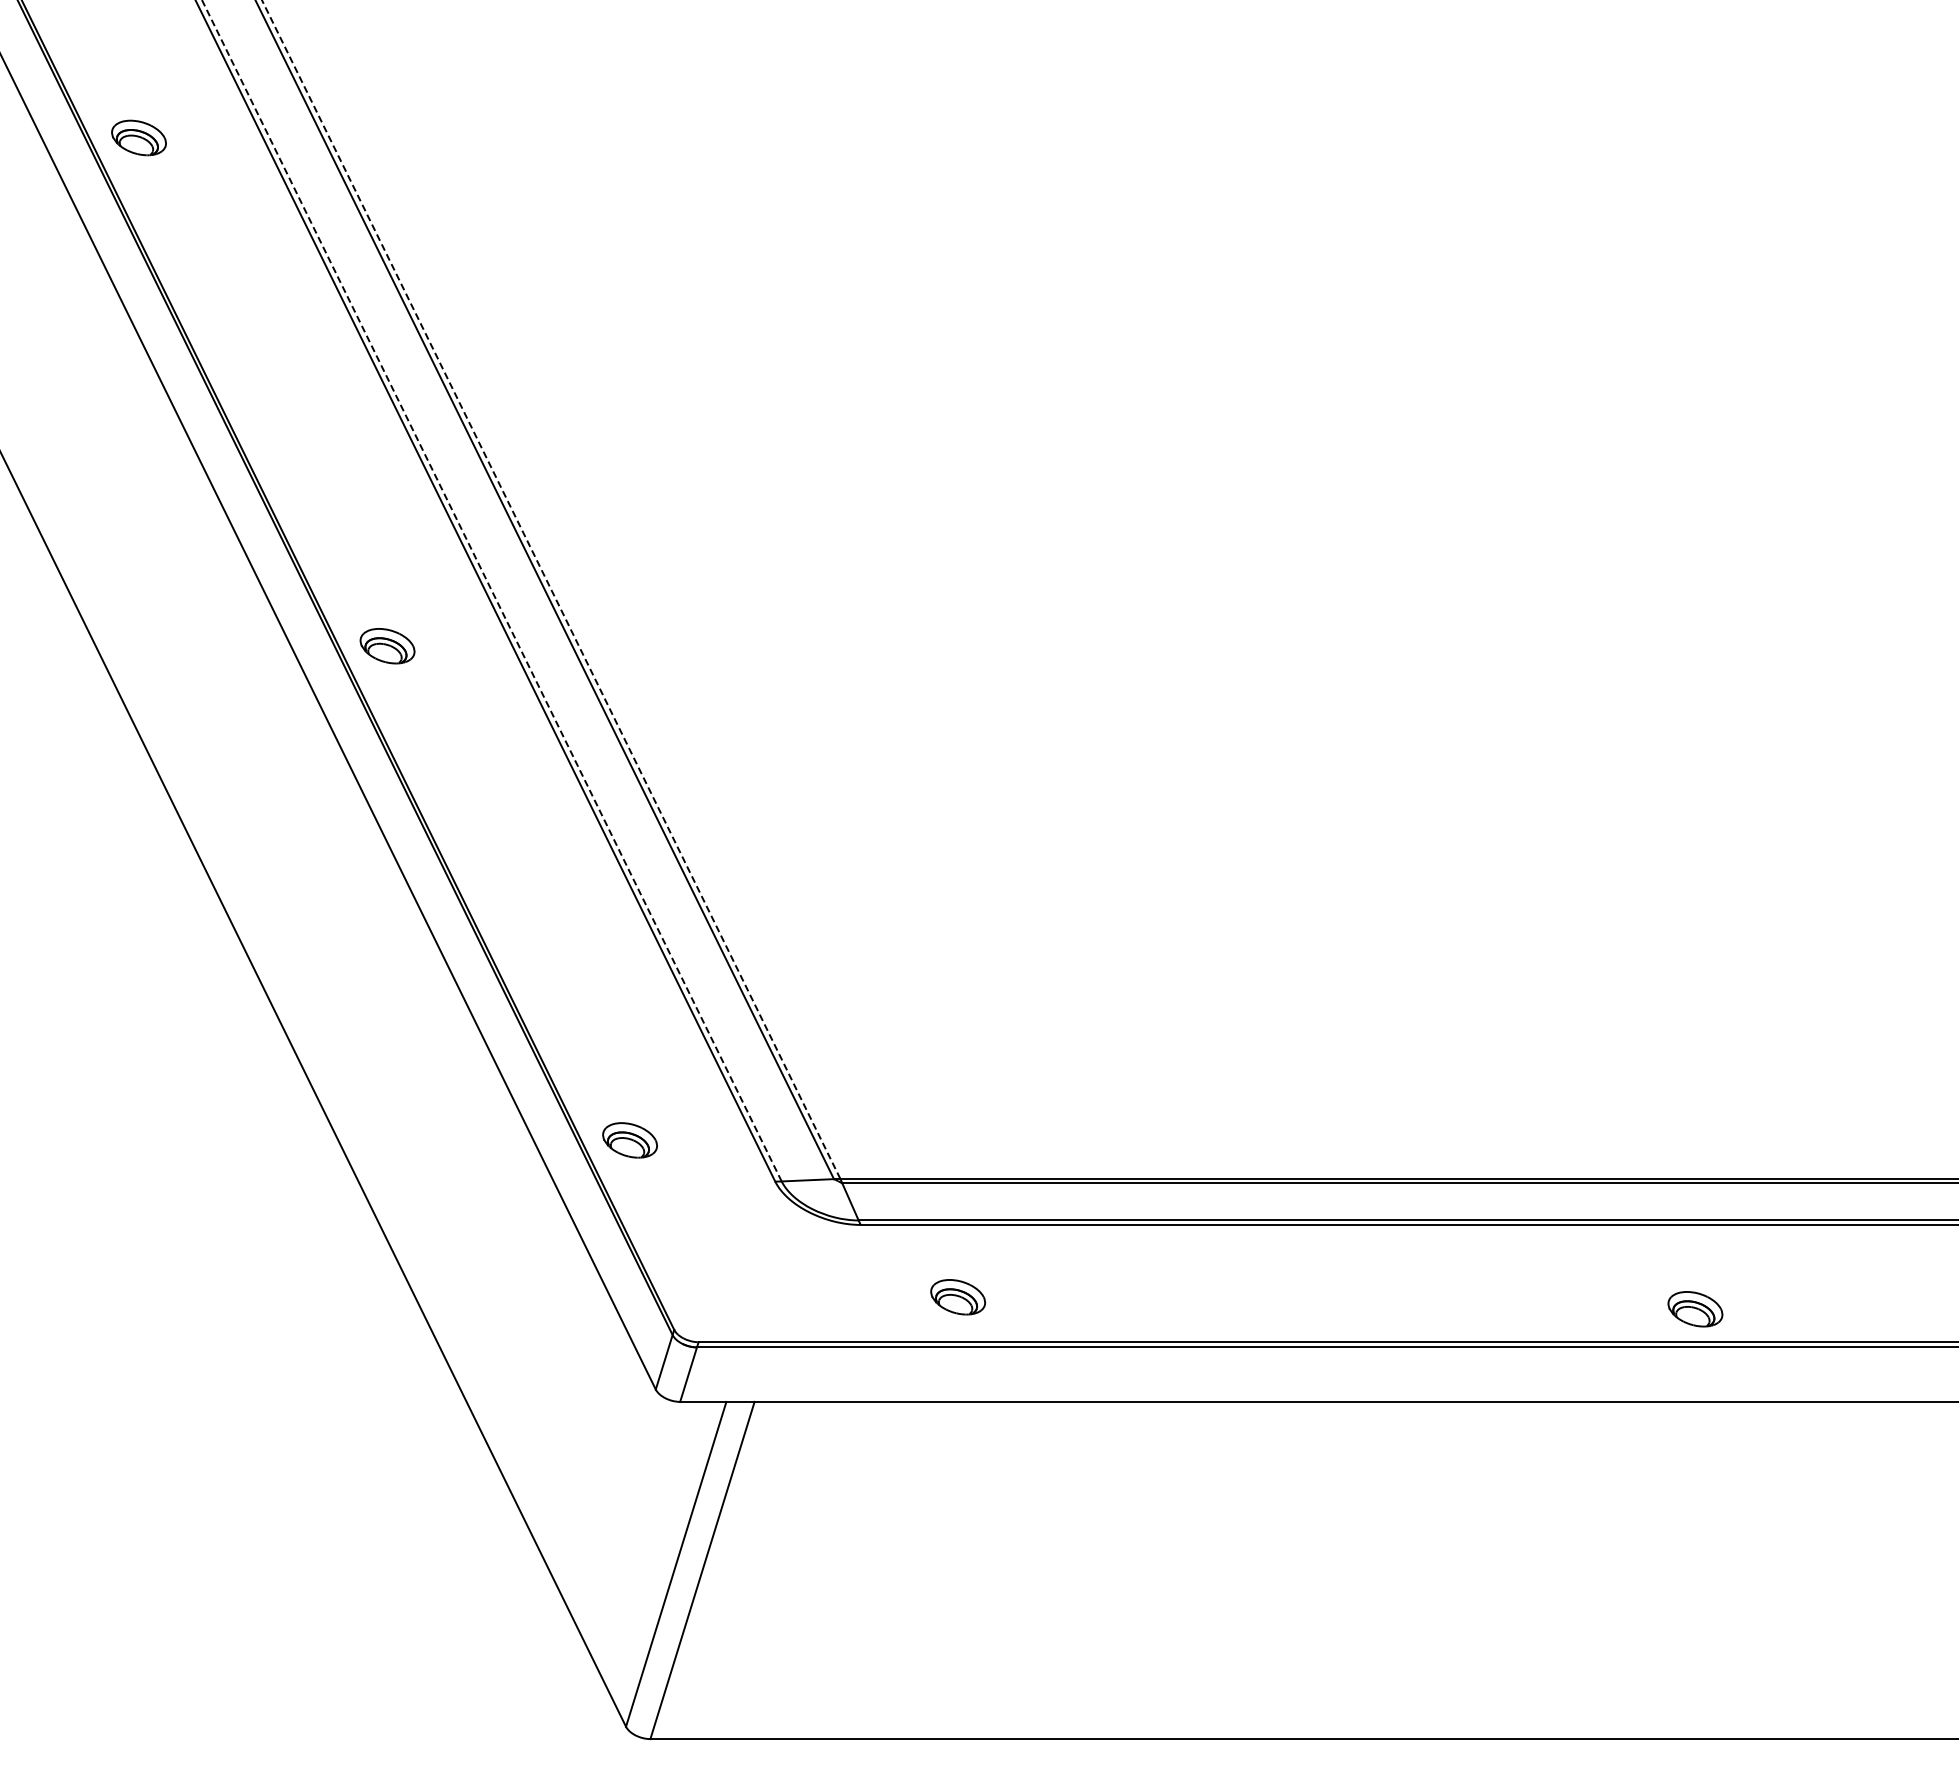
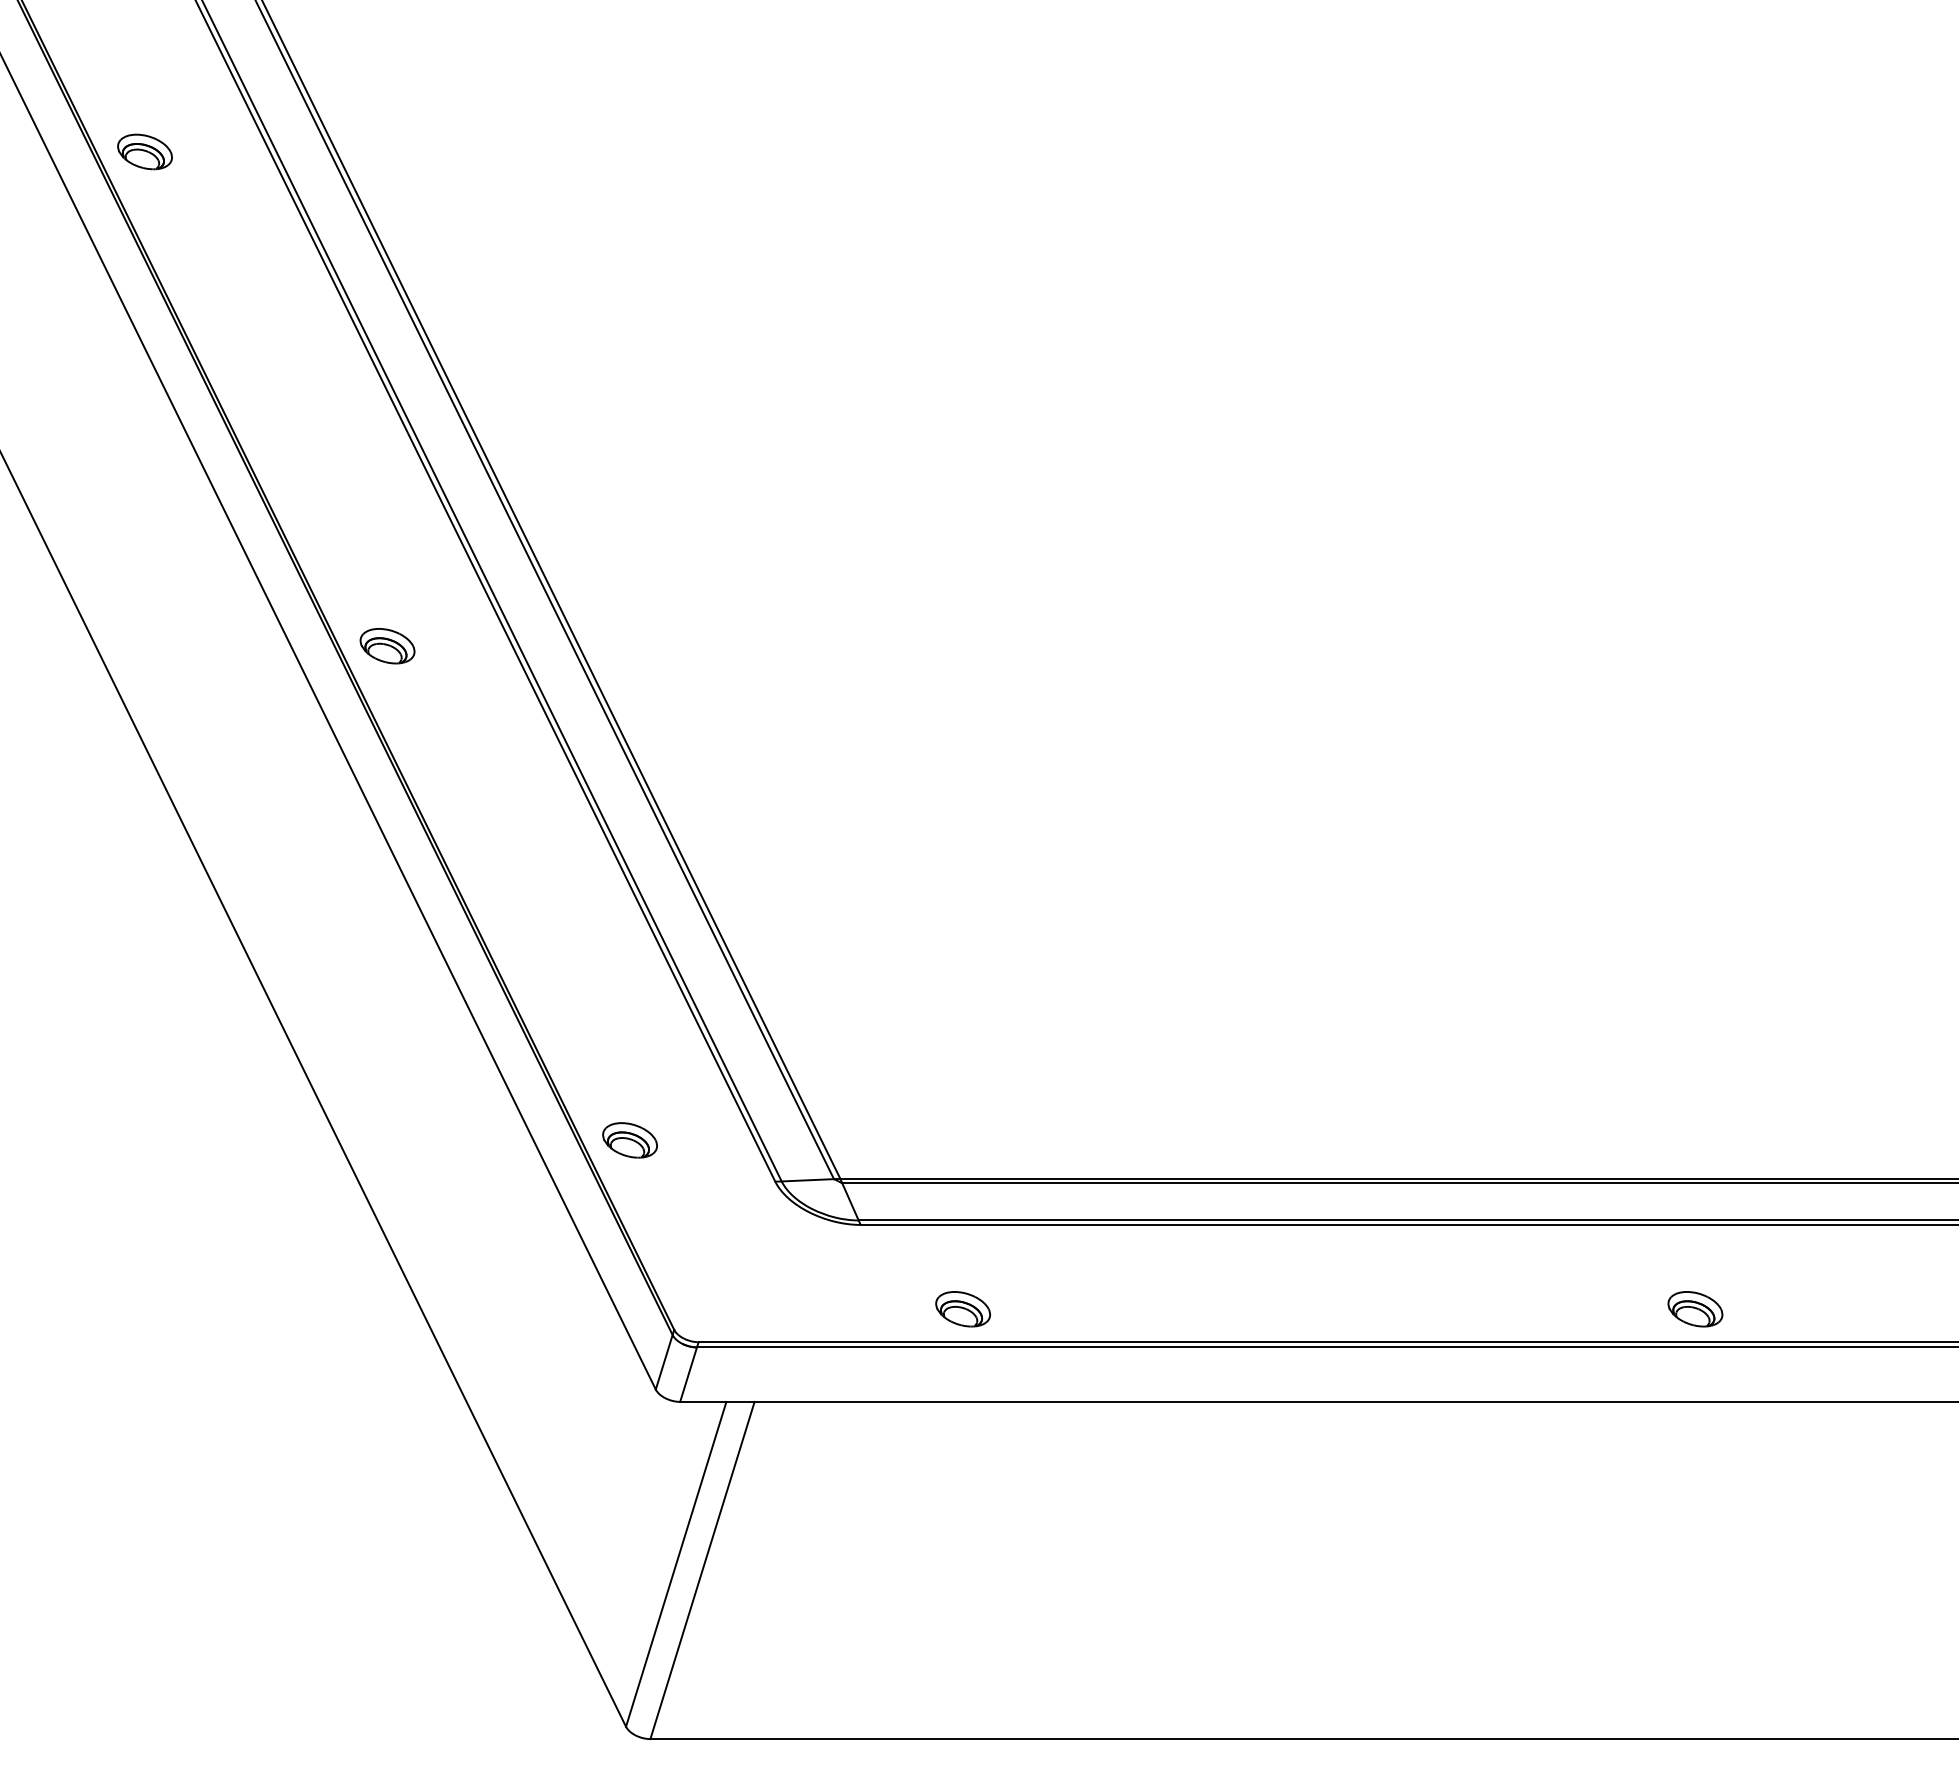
part at (138, 137) position: (138, 137) -> (144, 151)
line at (550, 589): dashed -> solid
line at (491, 590): dashed -> solid
part at (958, 1297) position: (958, 1297) -> (963, 1309)
